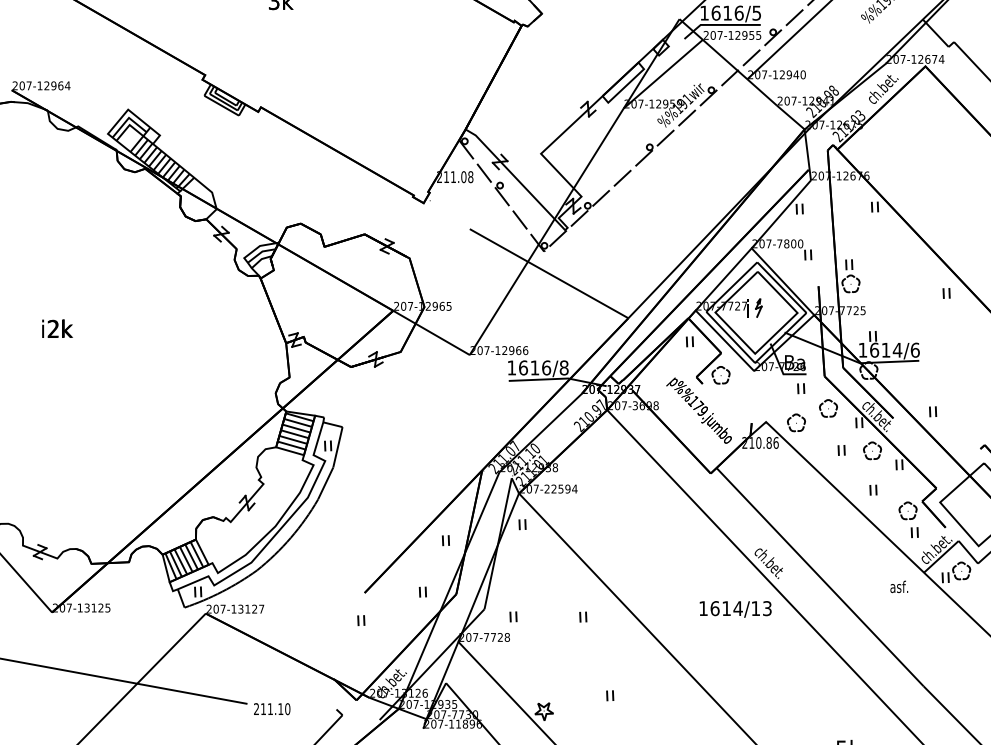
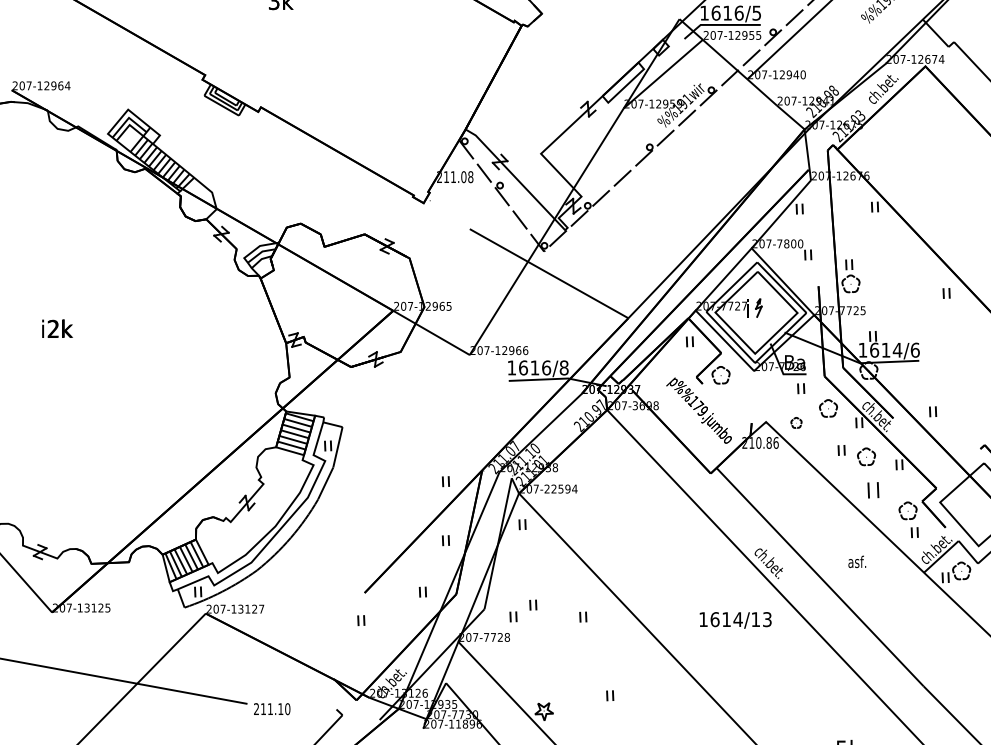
part at (796, 422) size: 19x20 px -> 13x12 px
part at (872, 450) position: (872, 450) -> (866, 456)
part at (445, 481): none -> present
part at (873, 489) size: 9x12 px -> 13x17 px
text at (899, 586) position: (899, 586) -> (857, 561)
part at (533, 604): none -> present
text at (735, 609) position: (735, 609) -> (735, 620)
